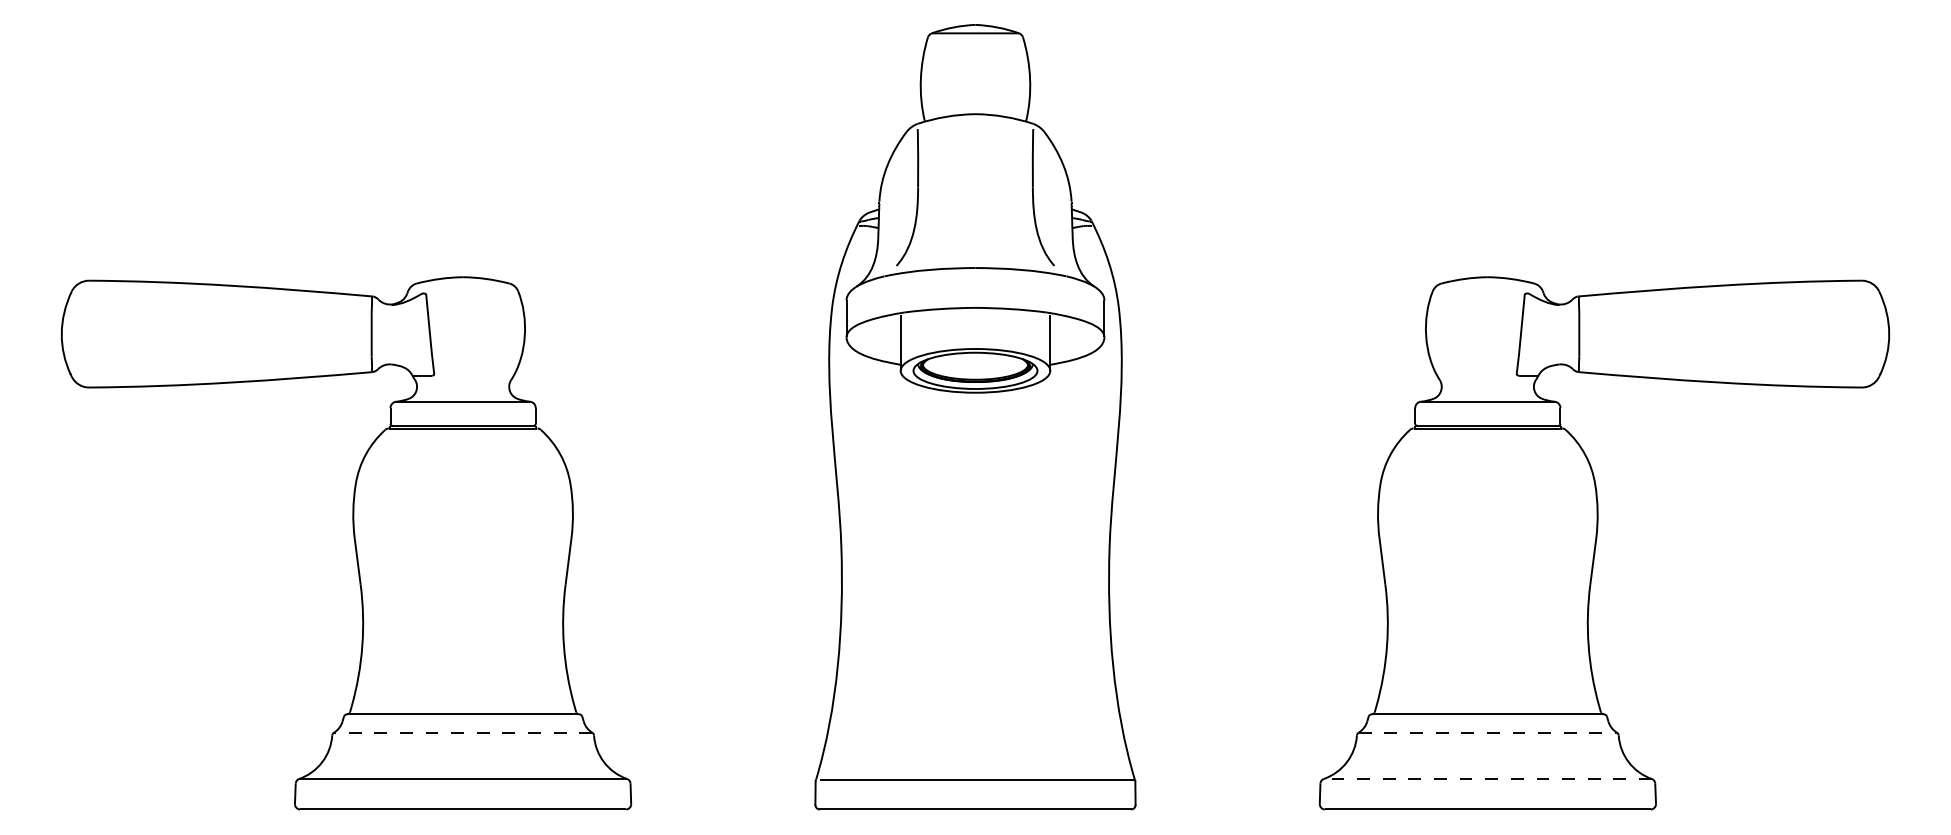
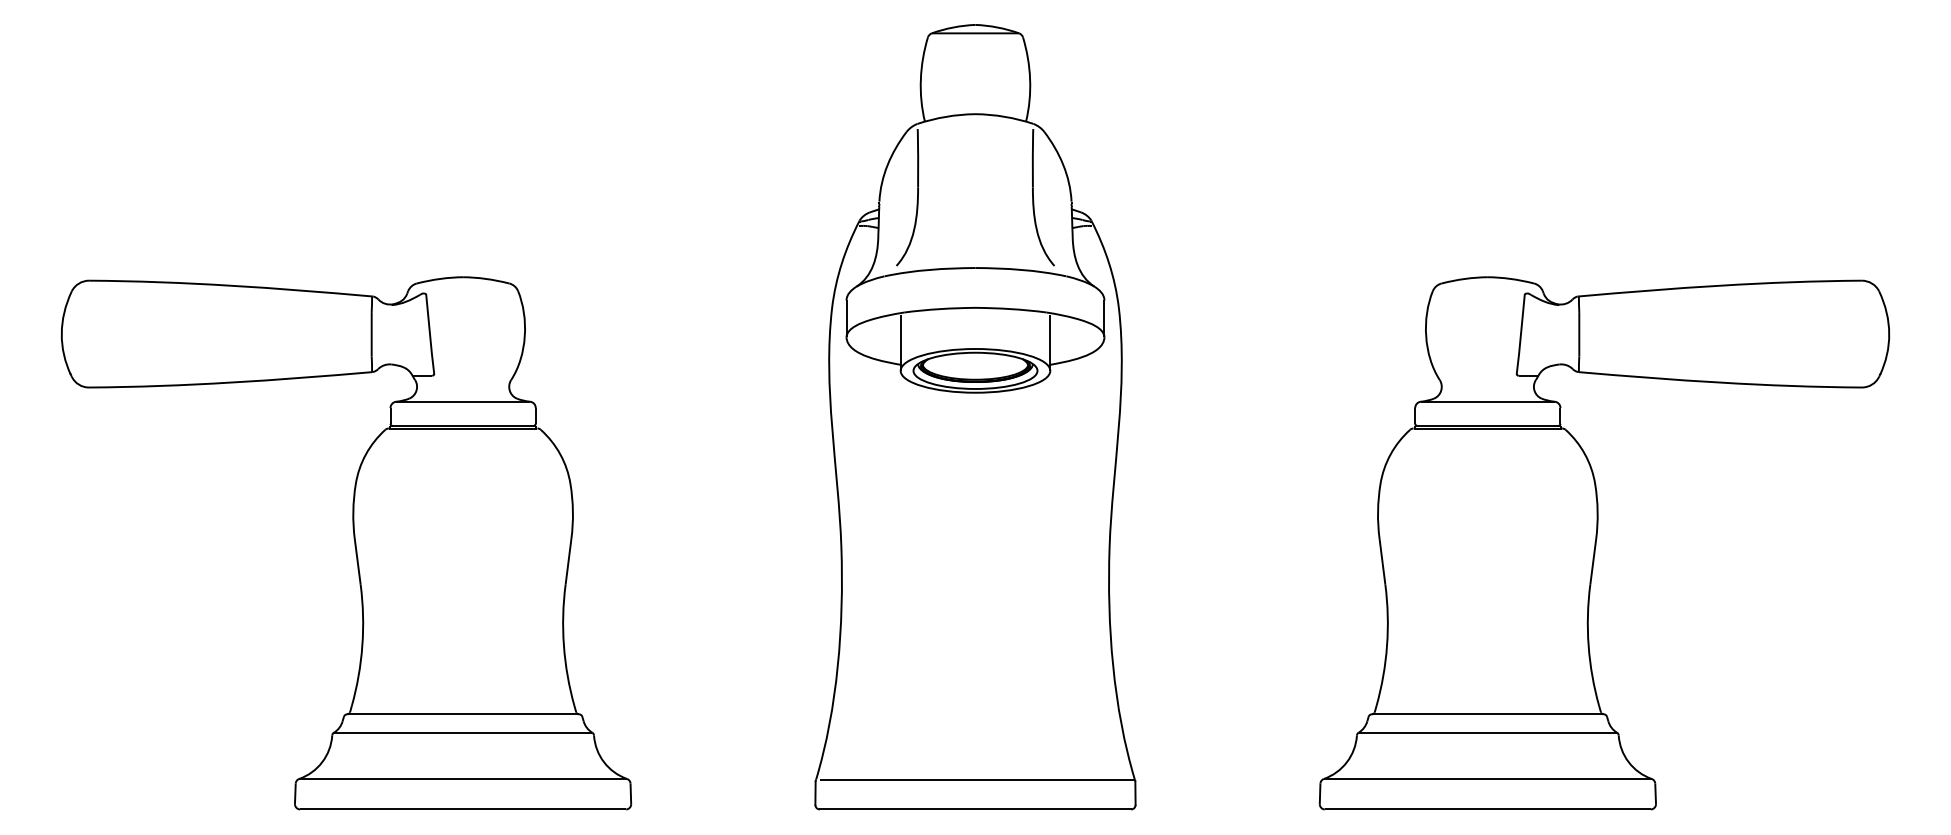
line at (463, 732): dashed -> solid
line at (1487, 732): dashed -> solid
line at (1487, 778): dashed -> solid
